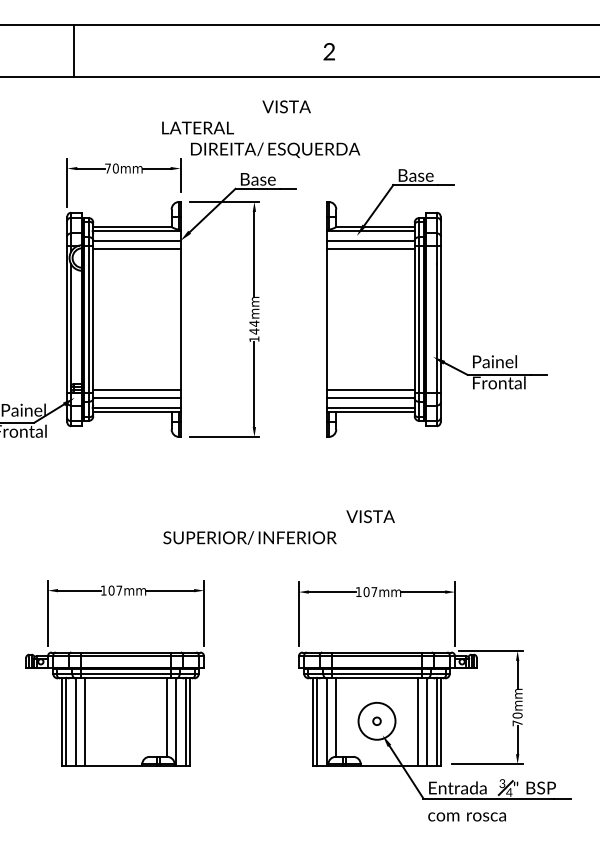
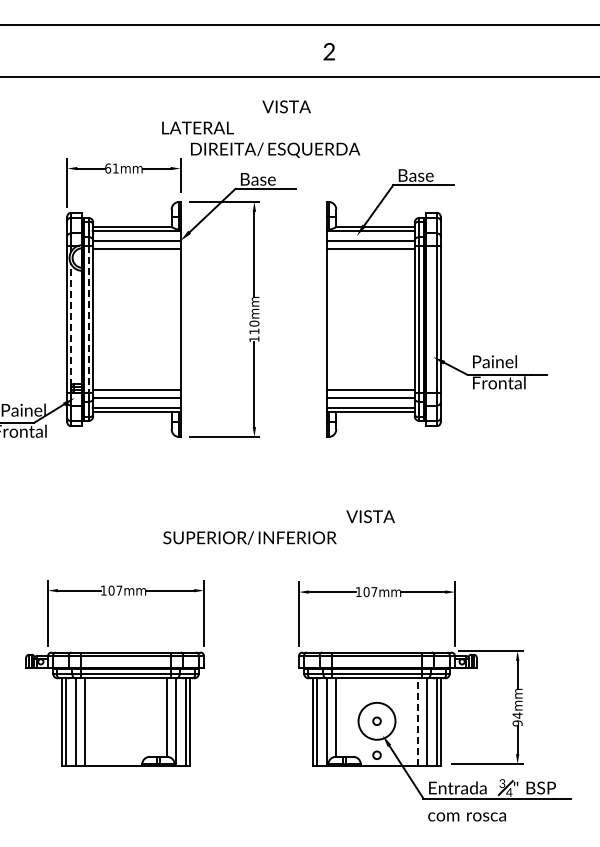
line at (73, 51): present -> none
text at (111, 168): 70mm -> 61mm
line at (88, 319): solid -> dashed
line at (71, 325): solid -> dashed
text at (254, 327): 144mm -> 110mm
text at (517, 719): 70mm -> 94mm
line at (418, 722): solid -> dashed
circle at (376, 754): none -> present
